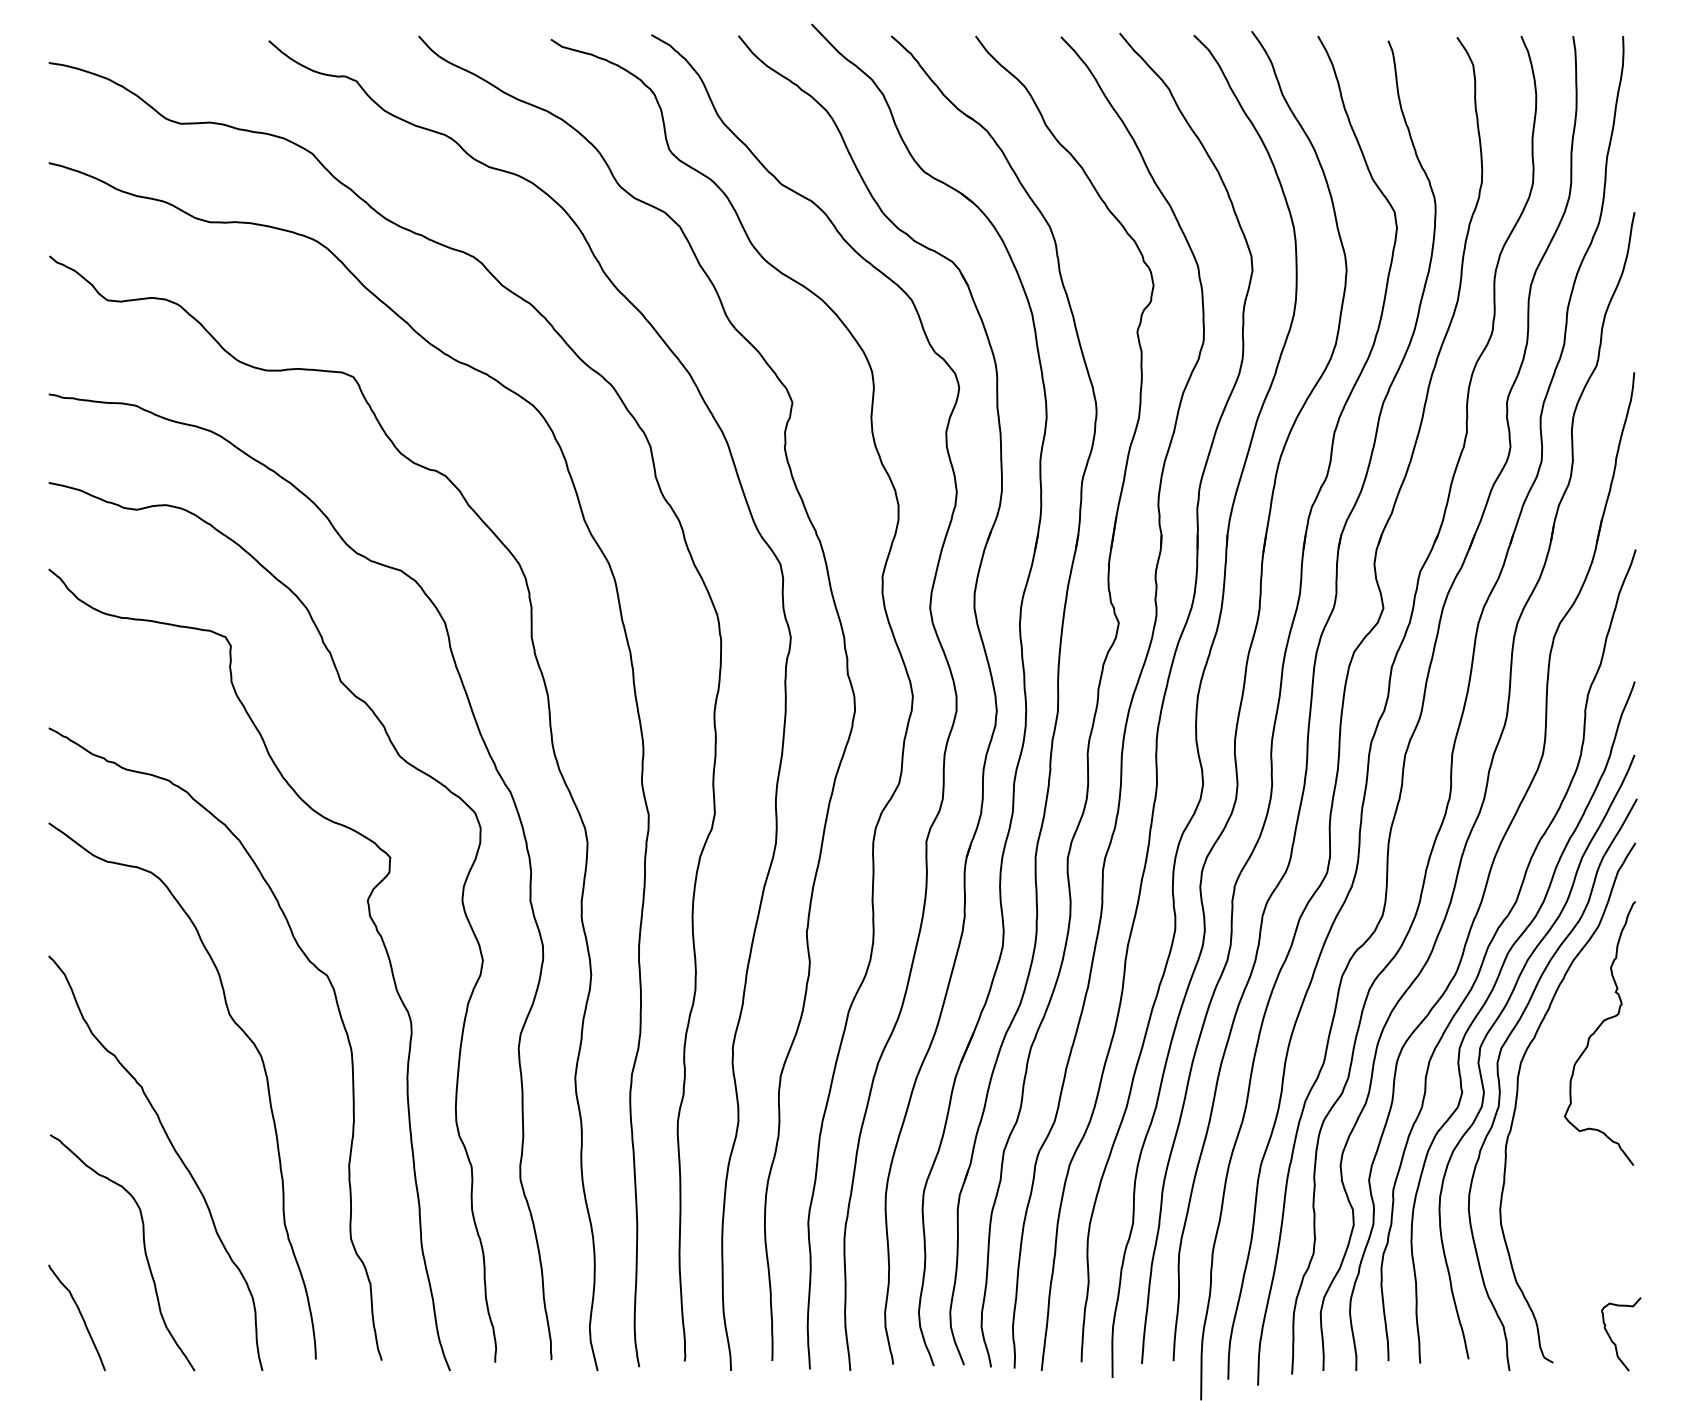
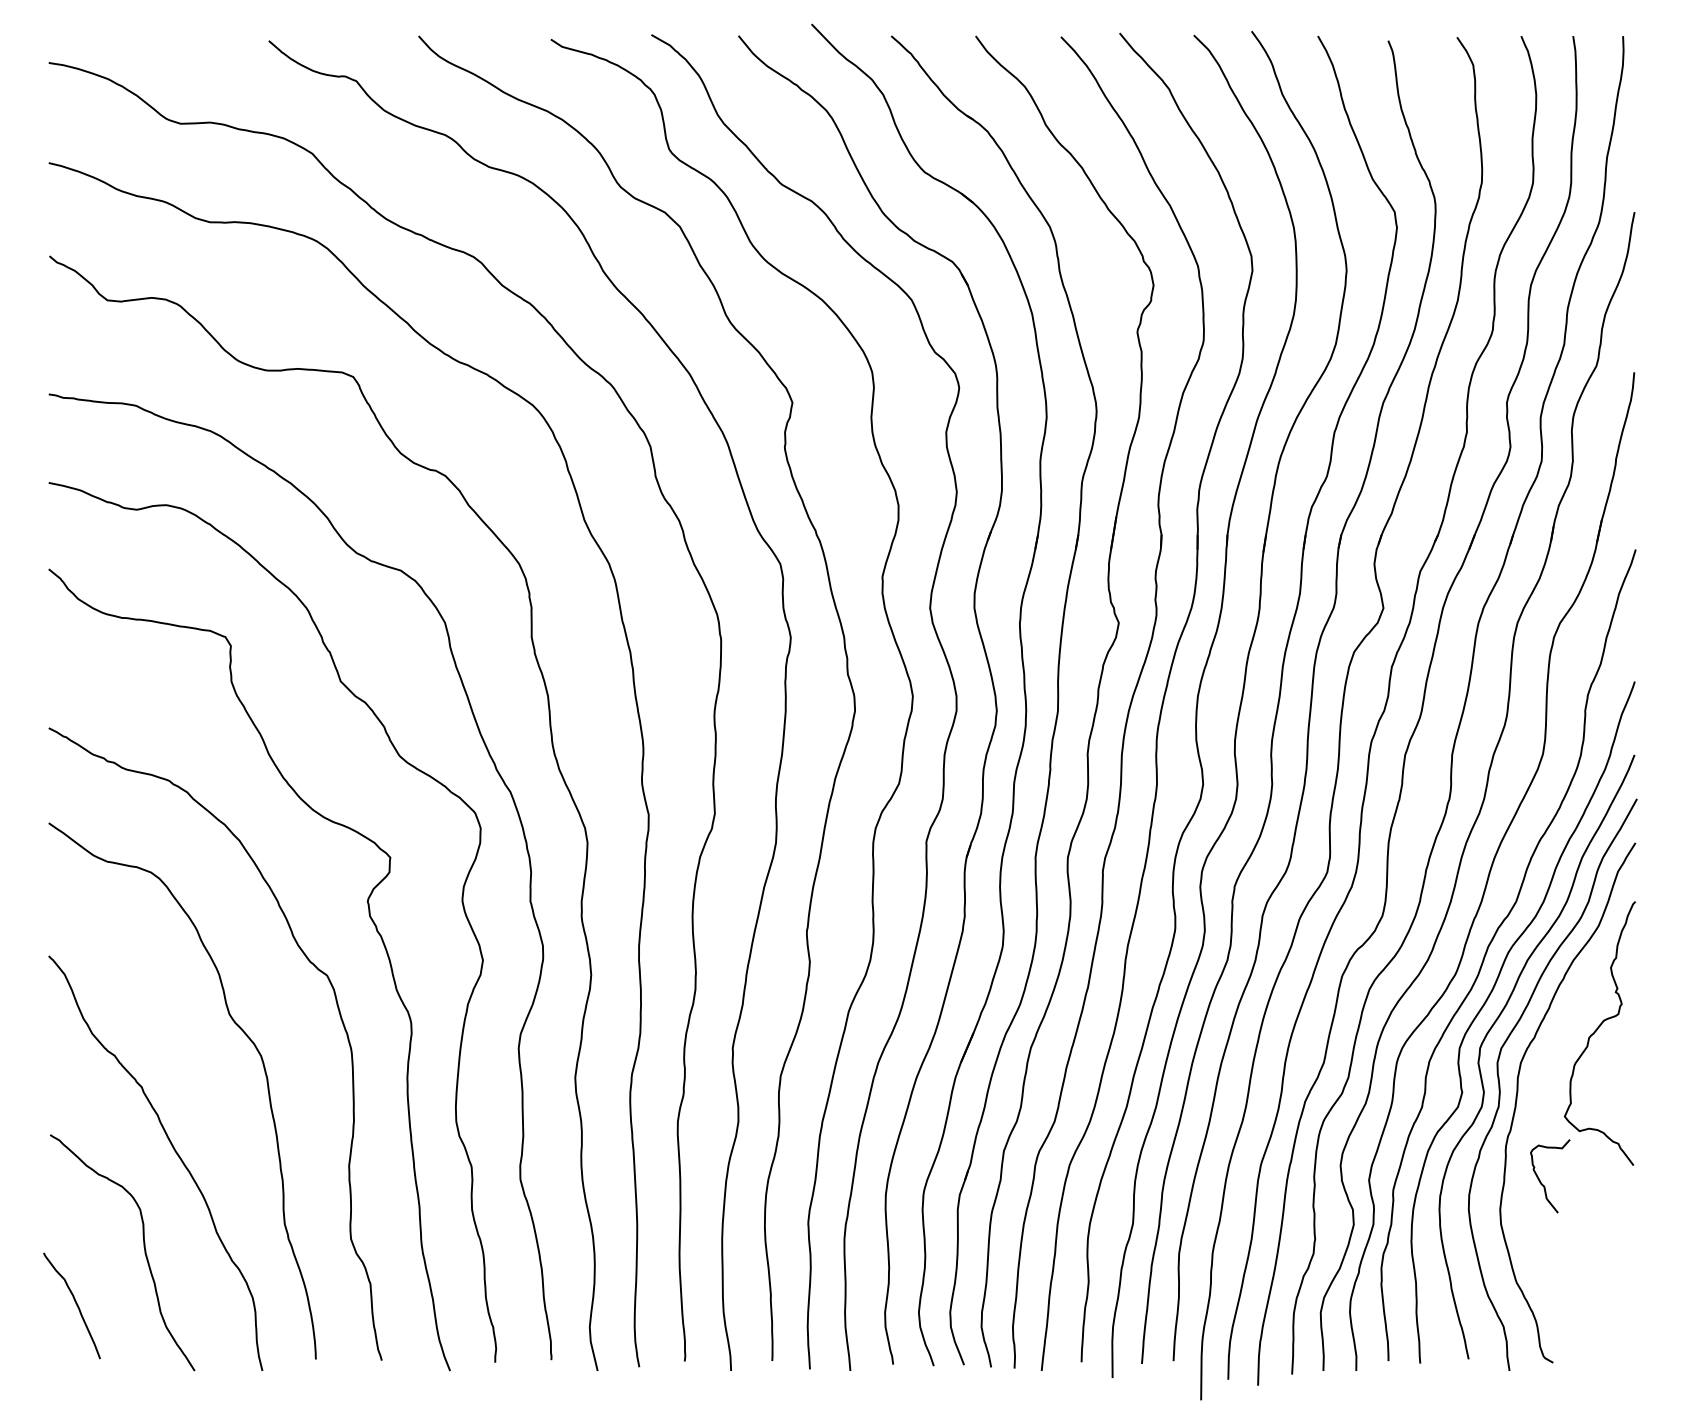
curve at (80, 1315) position: (80, 1315) -> (75, 1303)
curve at (1612, 1339) position: (1612, 1339) -> (1541, 1181)
